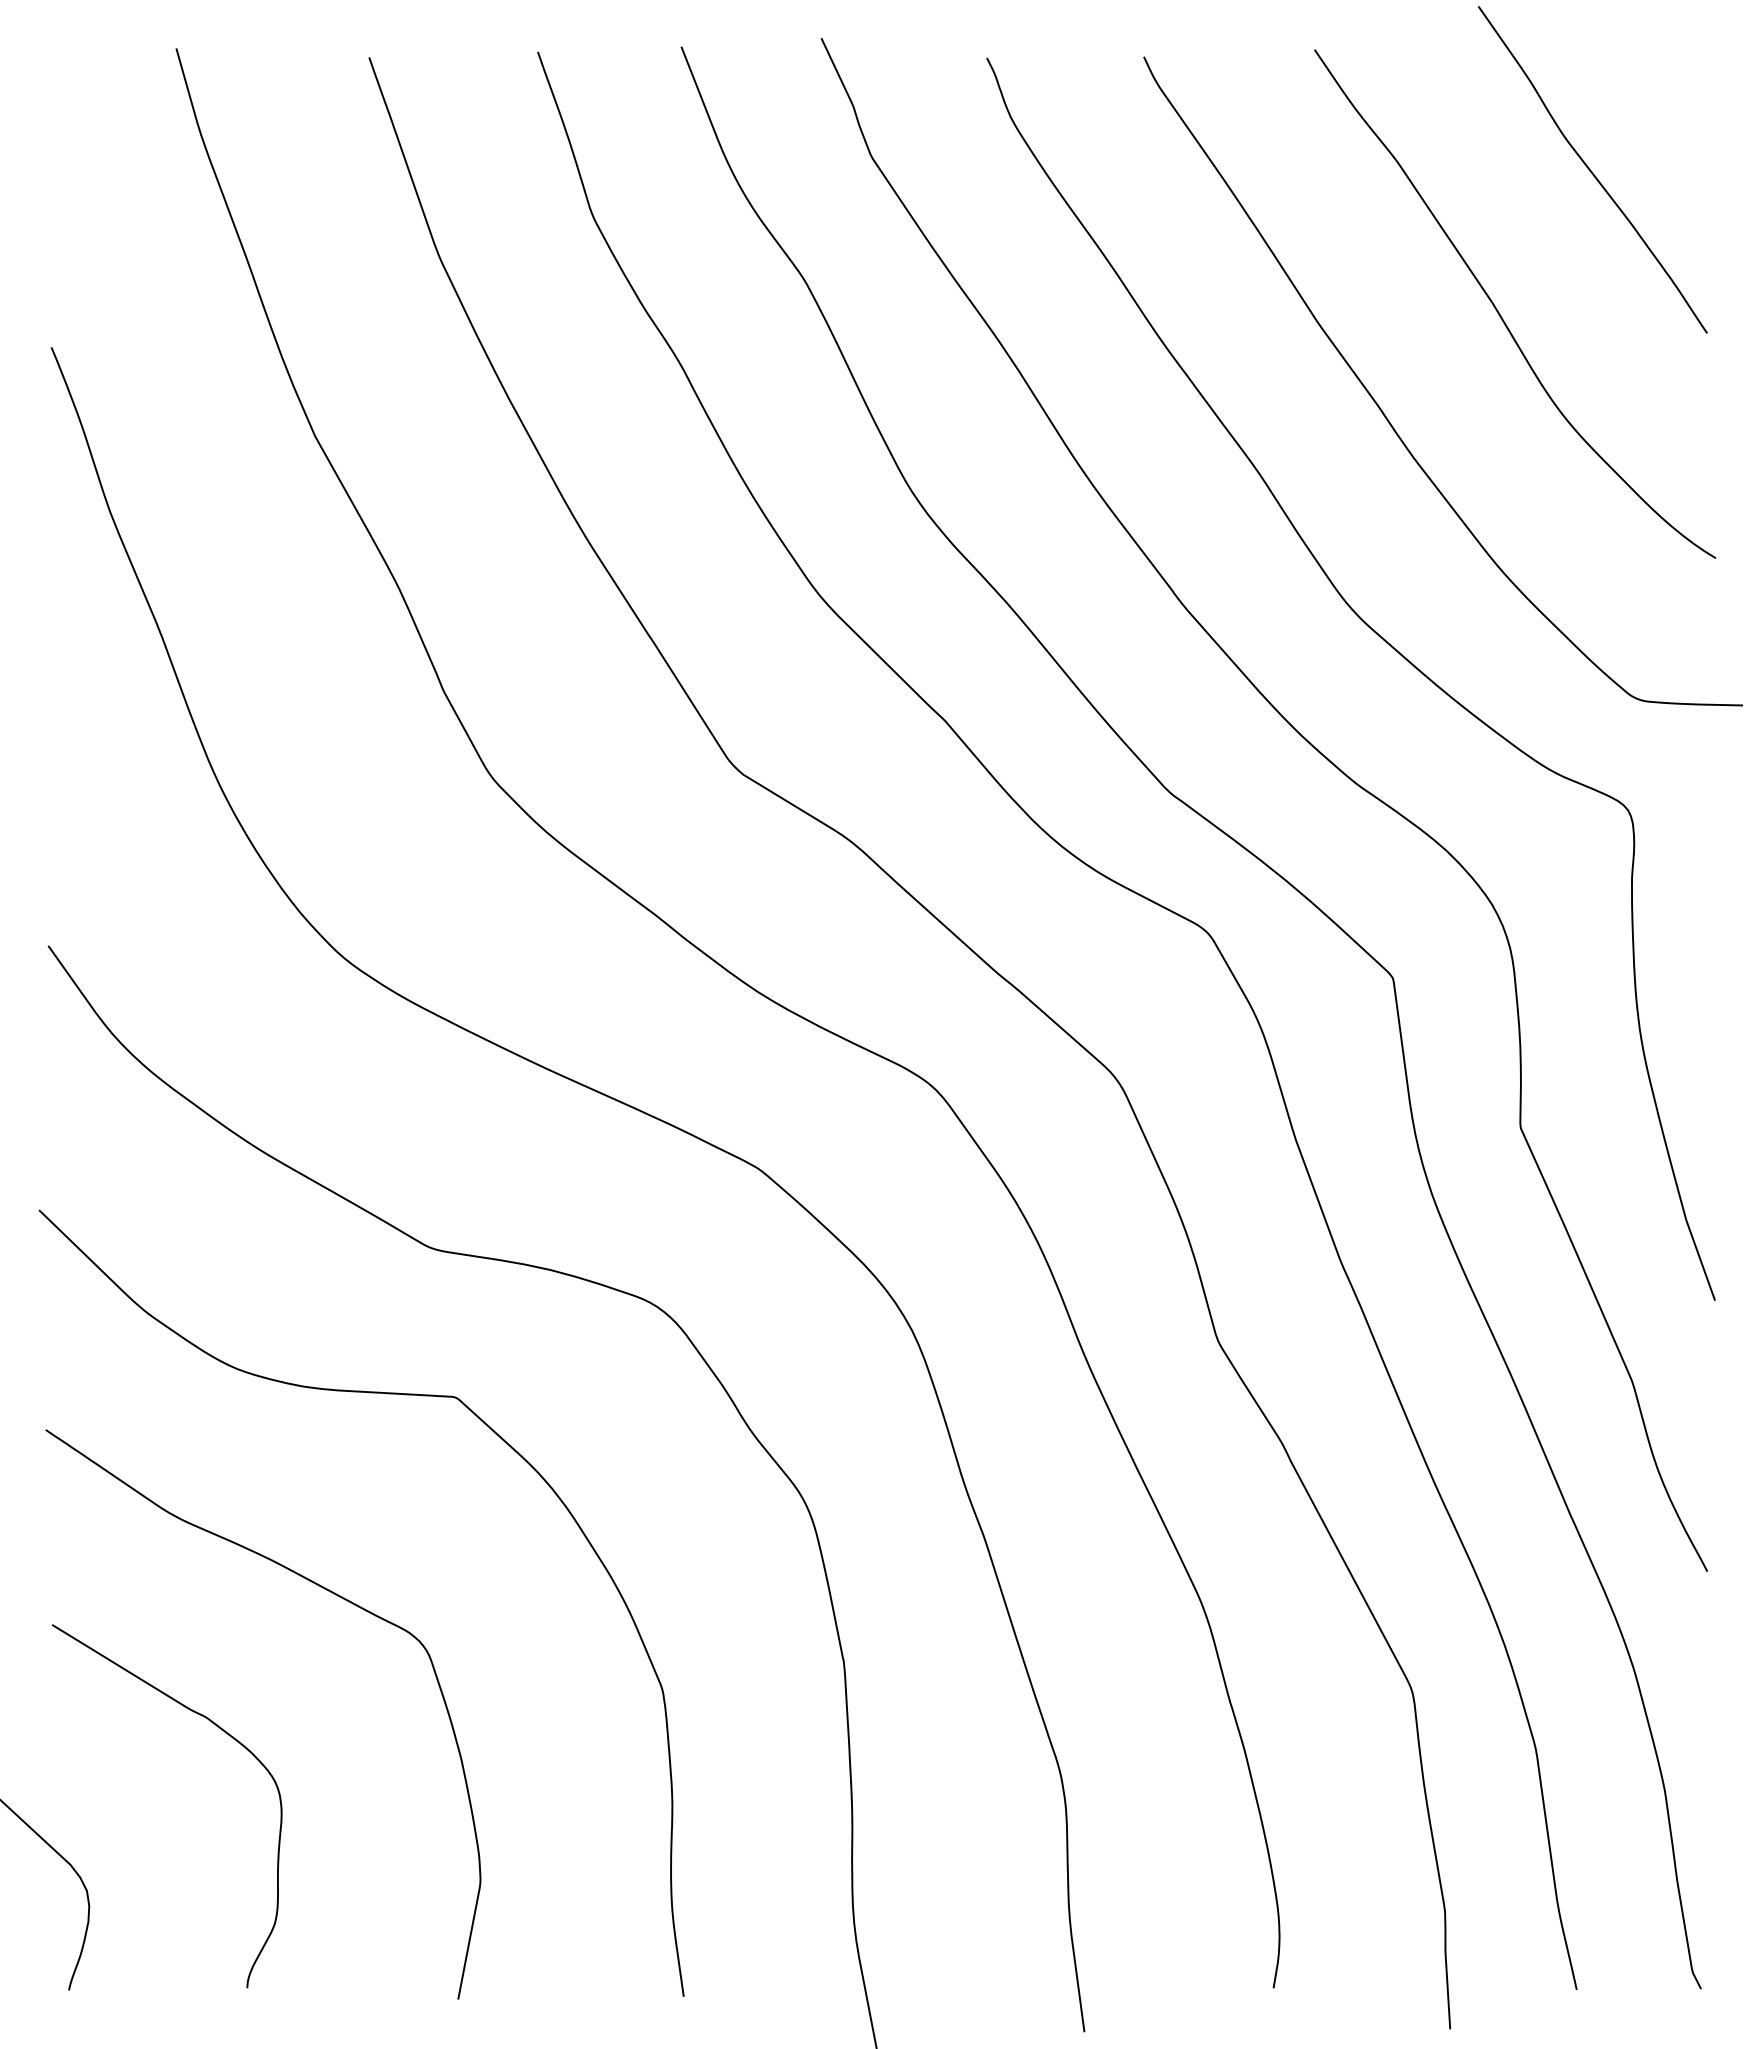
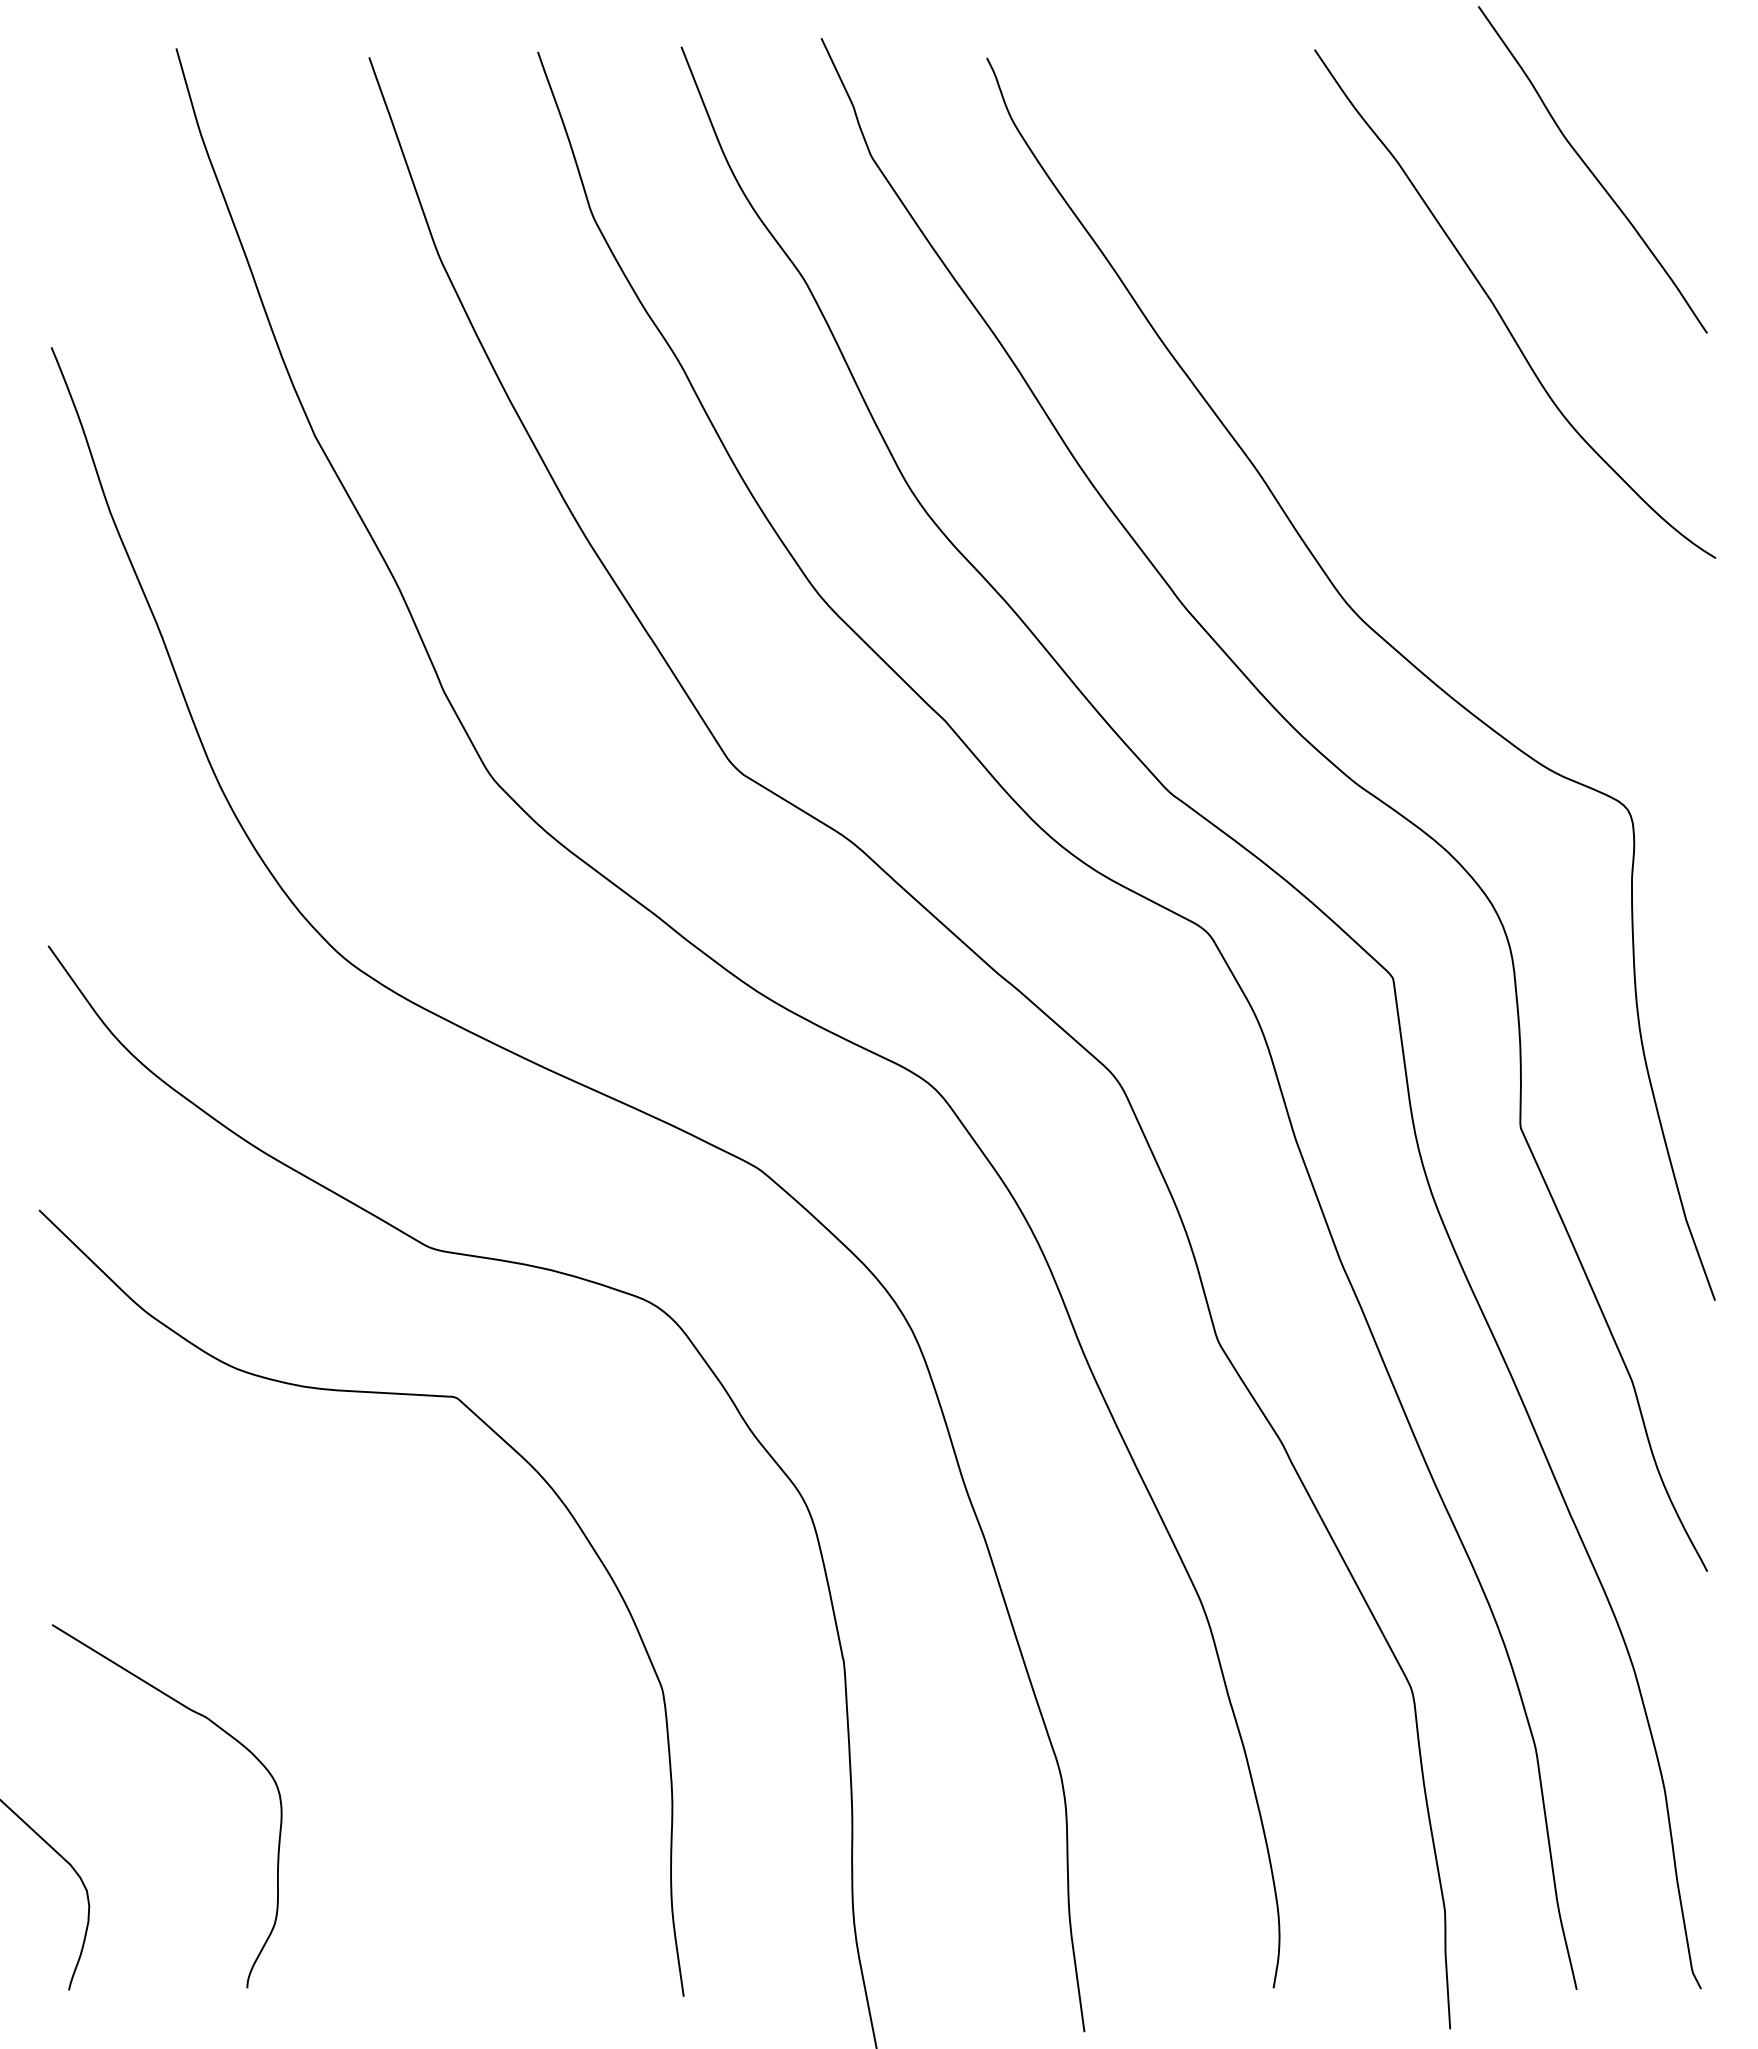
curve at (1387, 417): present -> none
curve at (326, 1590): present -> none
